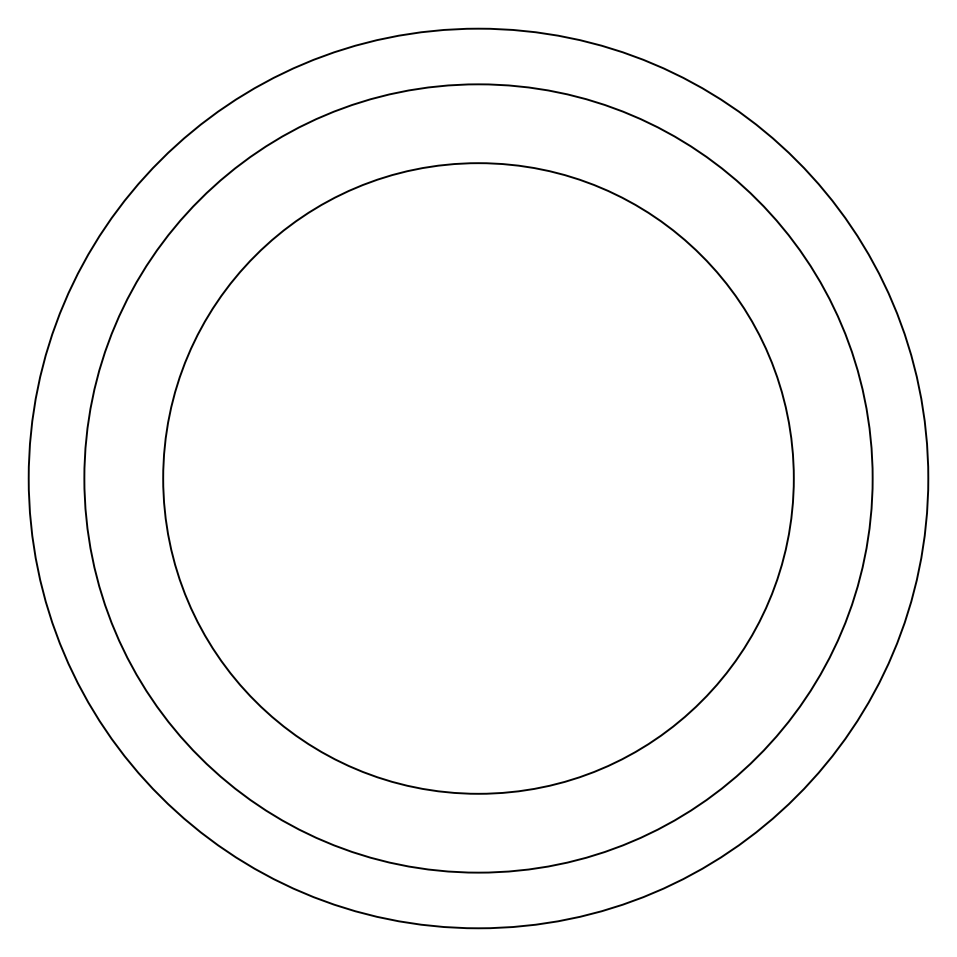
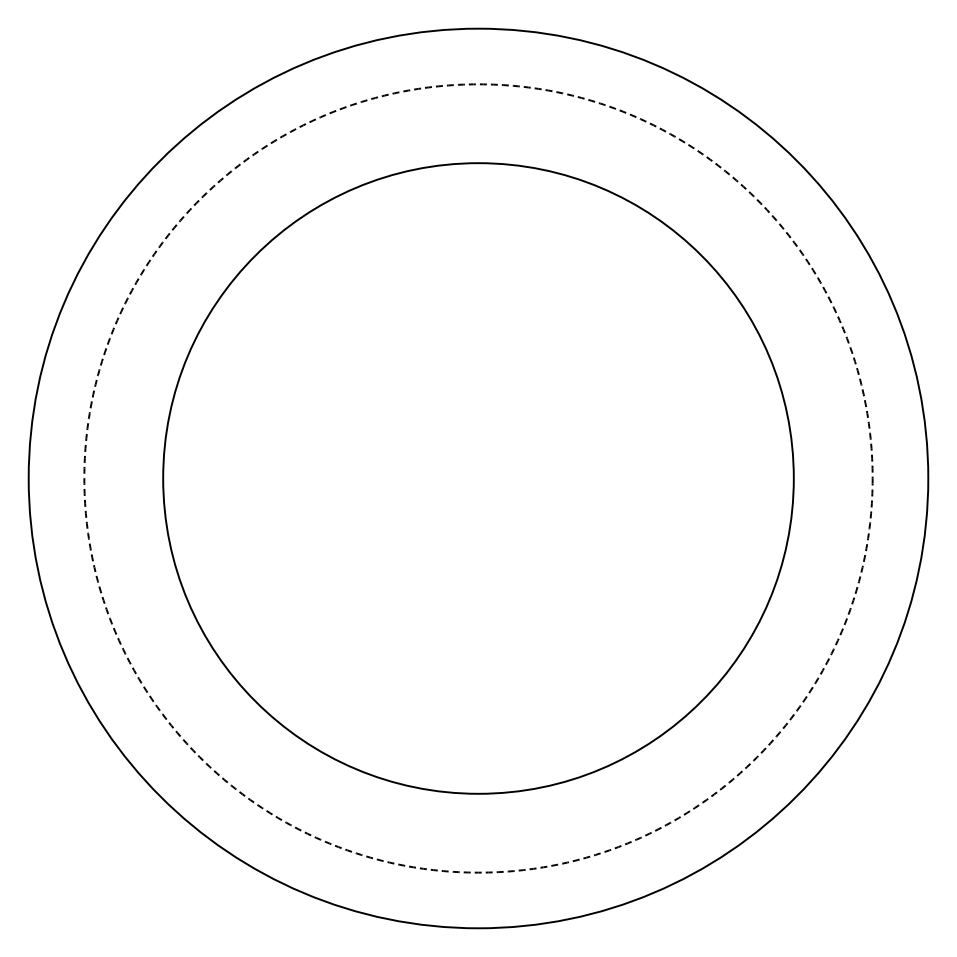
circle at (478, 478): solid -> dashed
